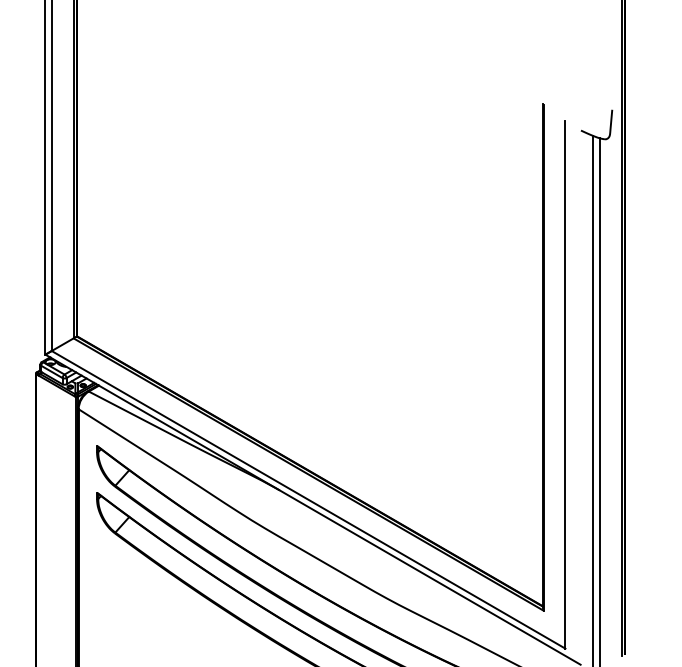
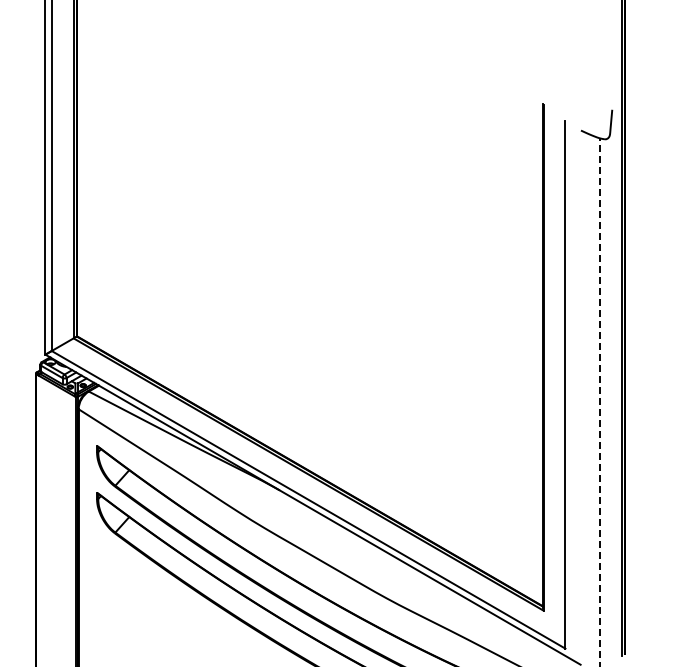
line at (593, 399): present -> none
line at (599, 401): solid -> dashed
